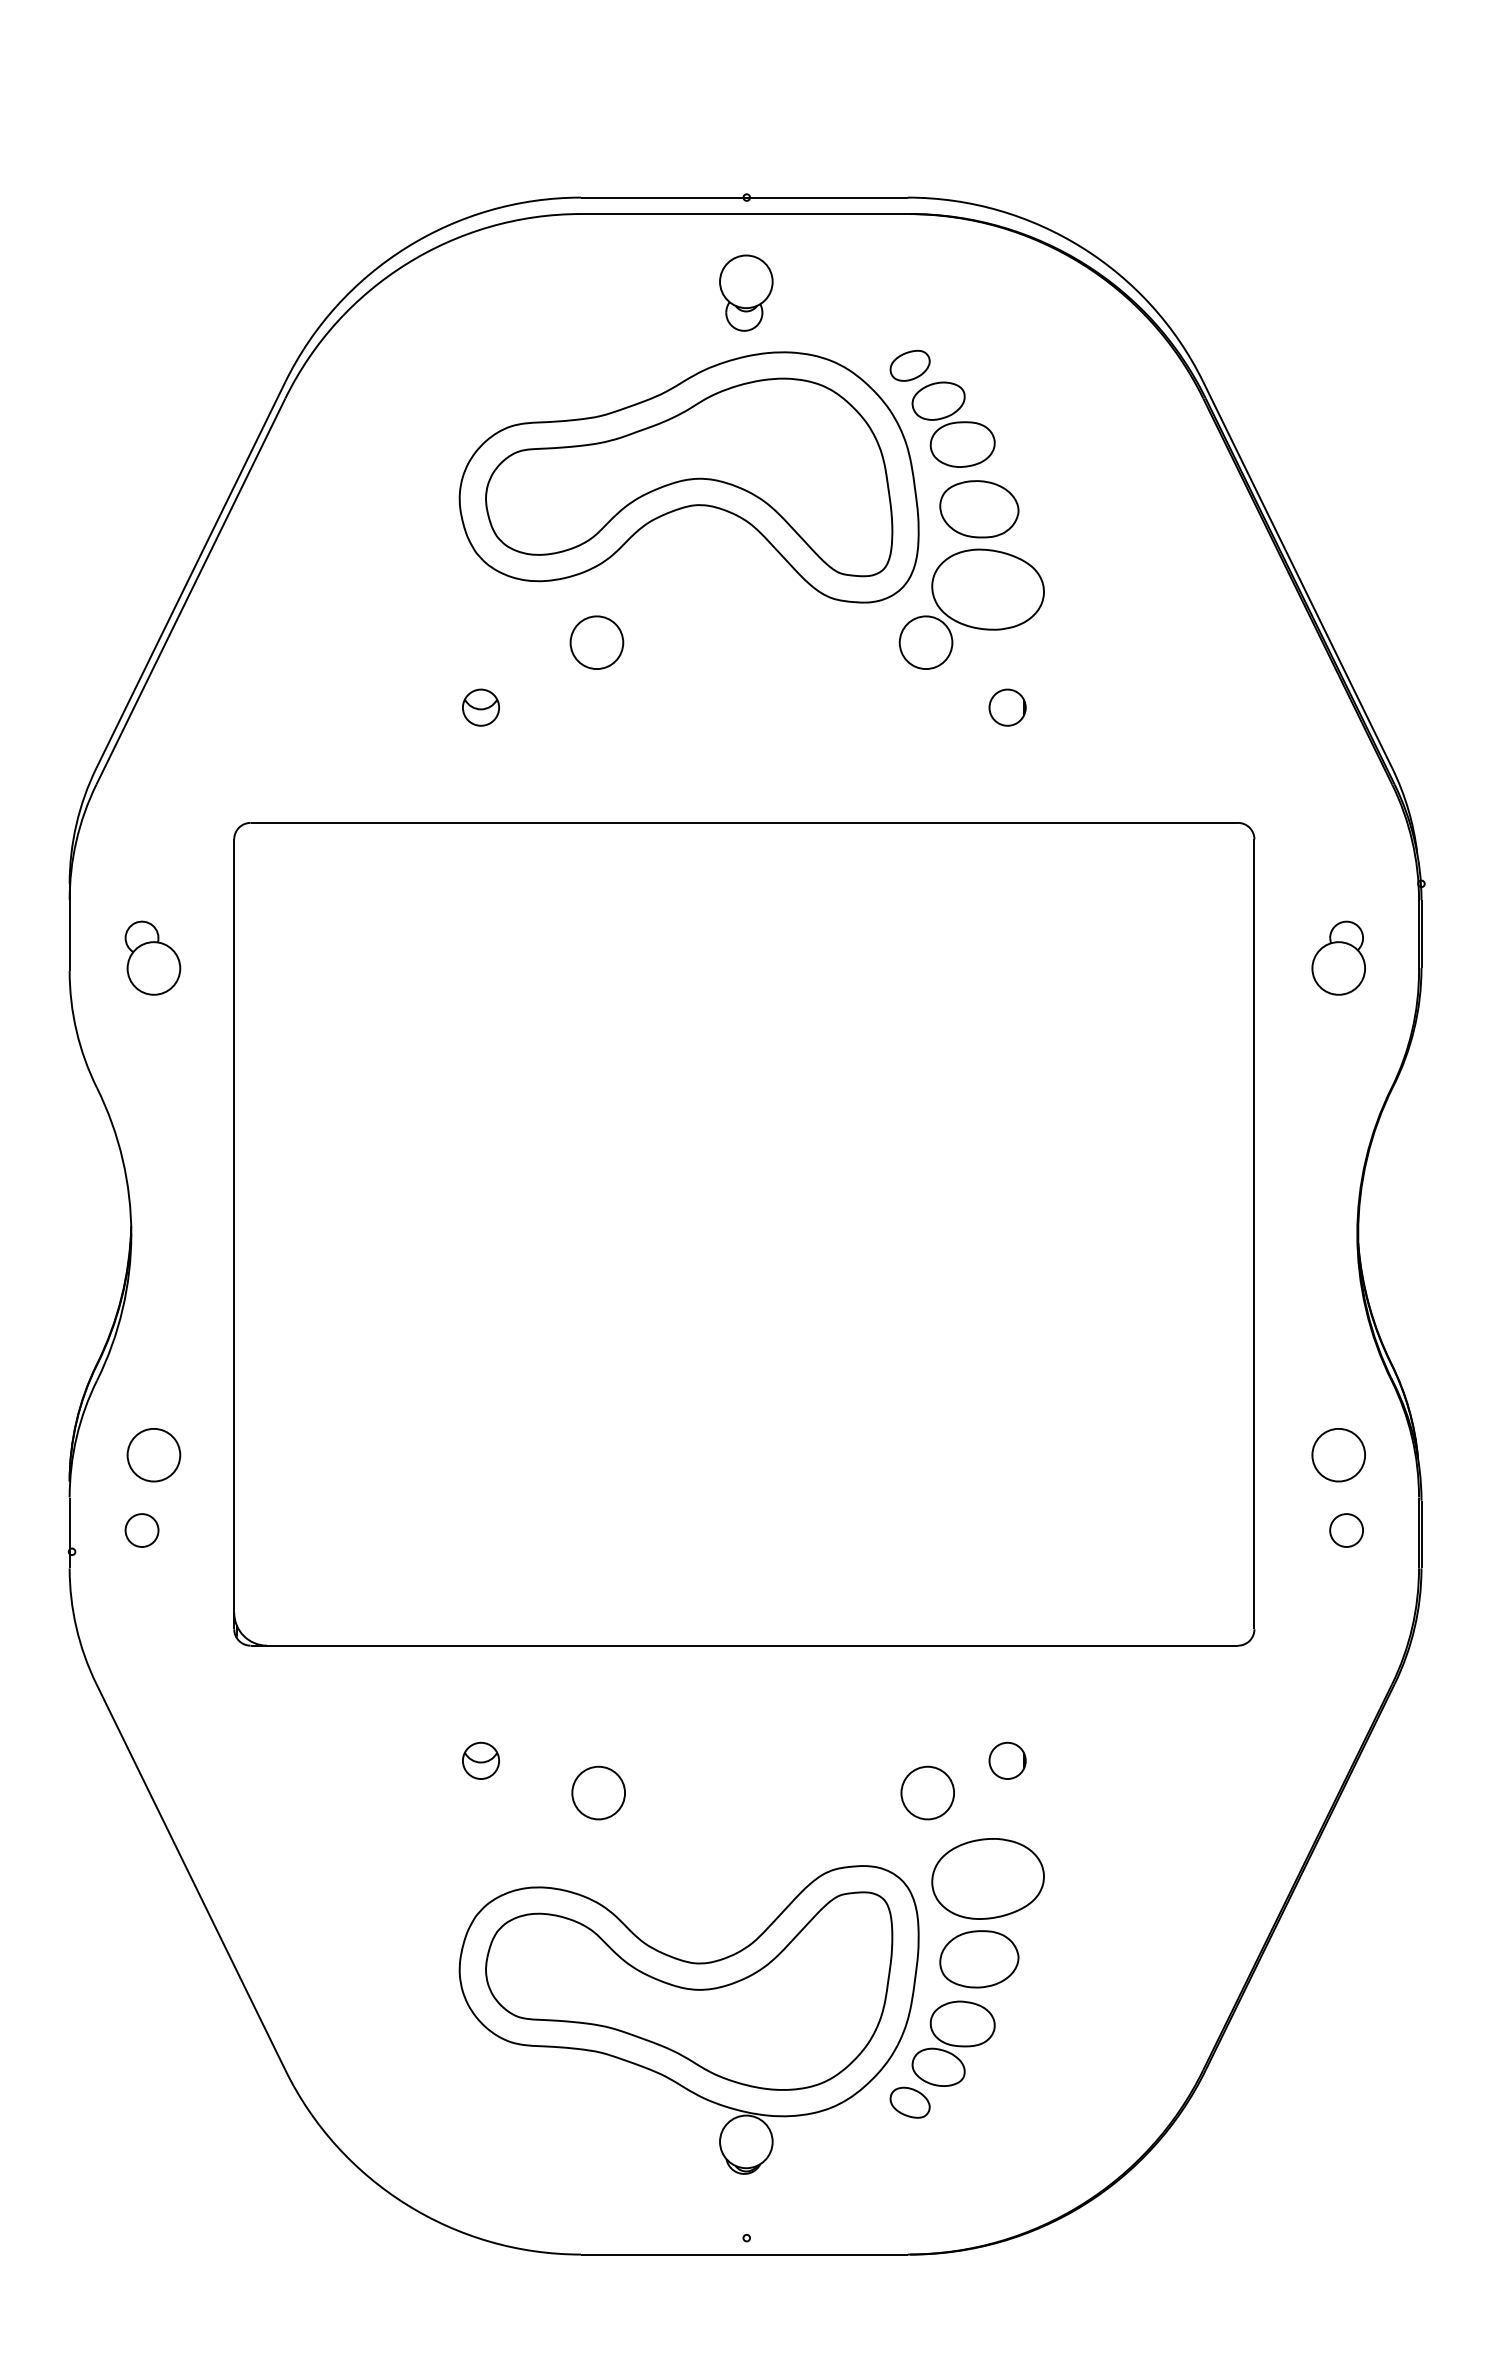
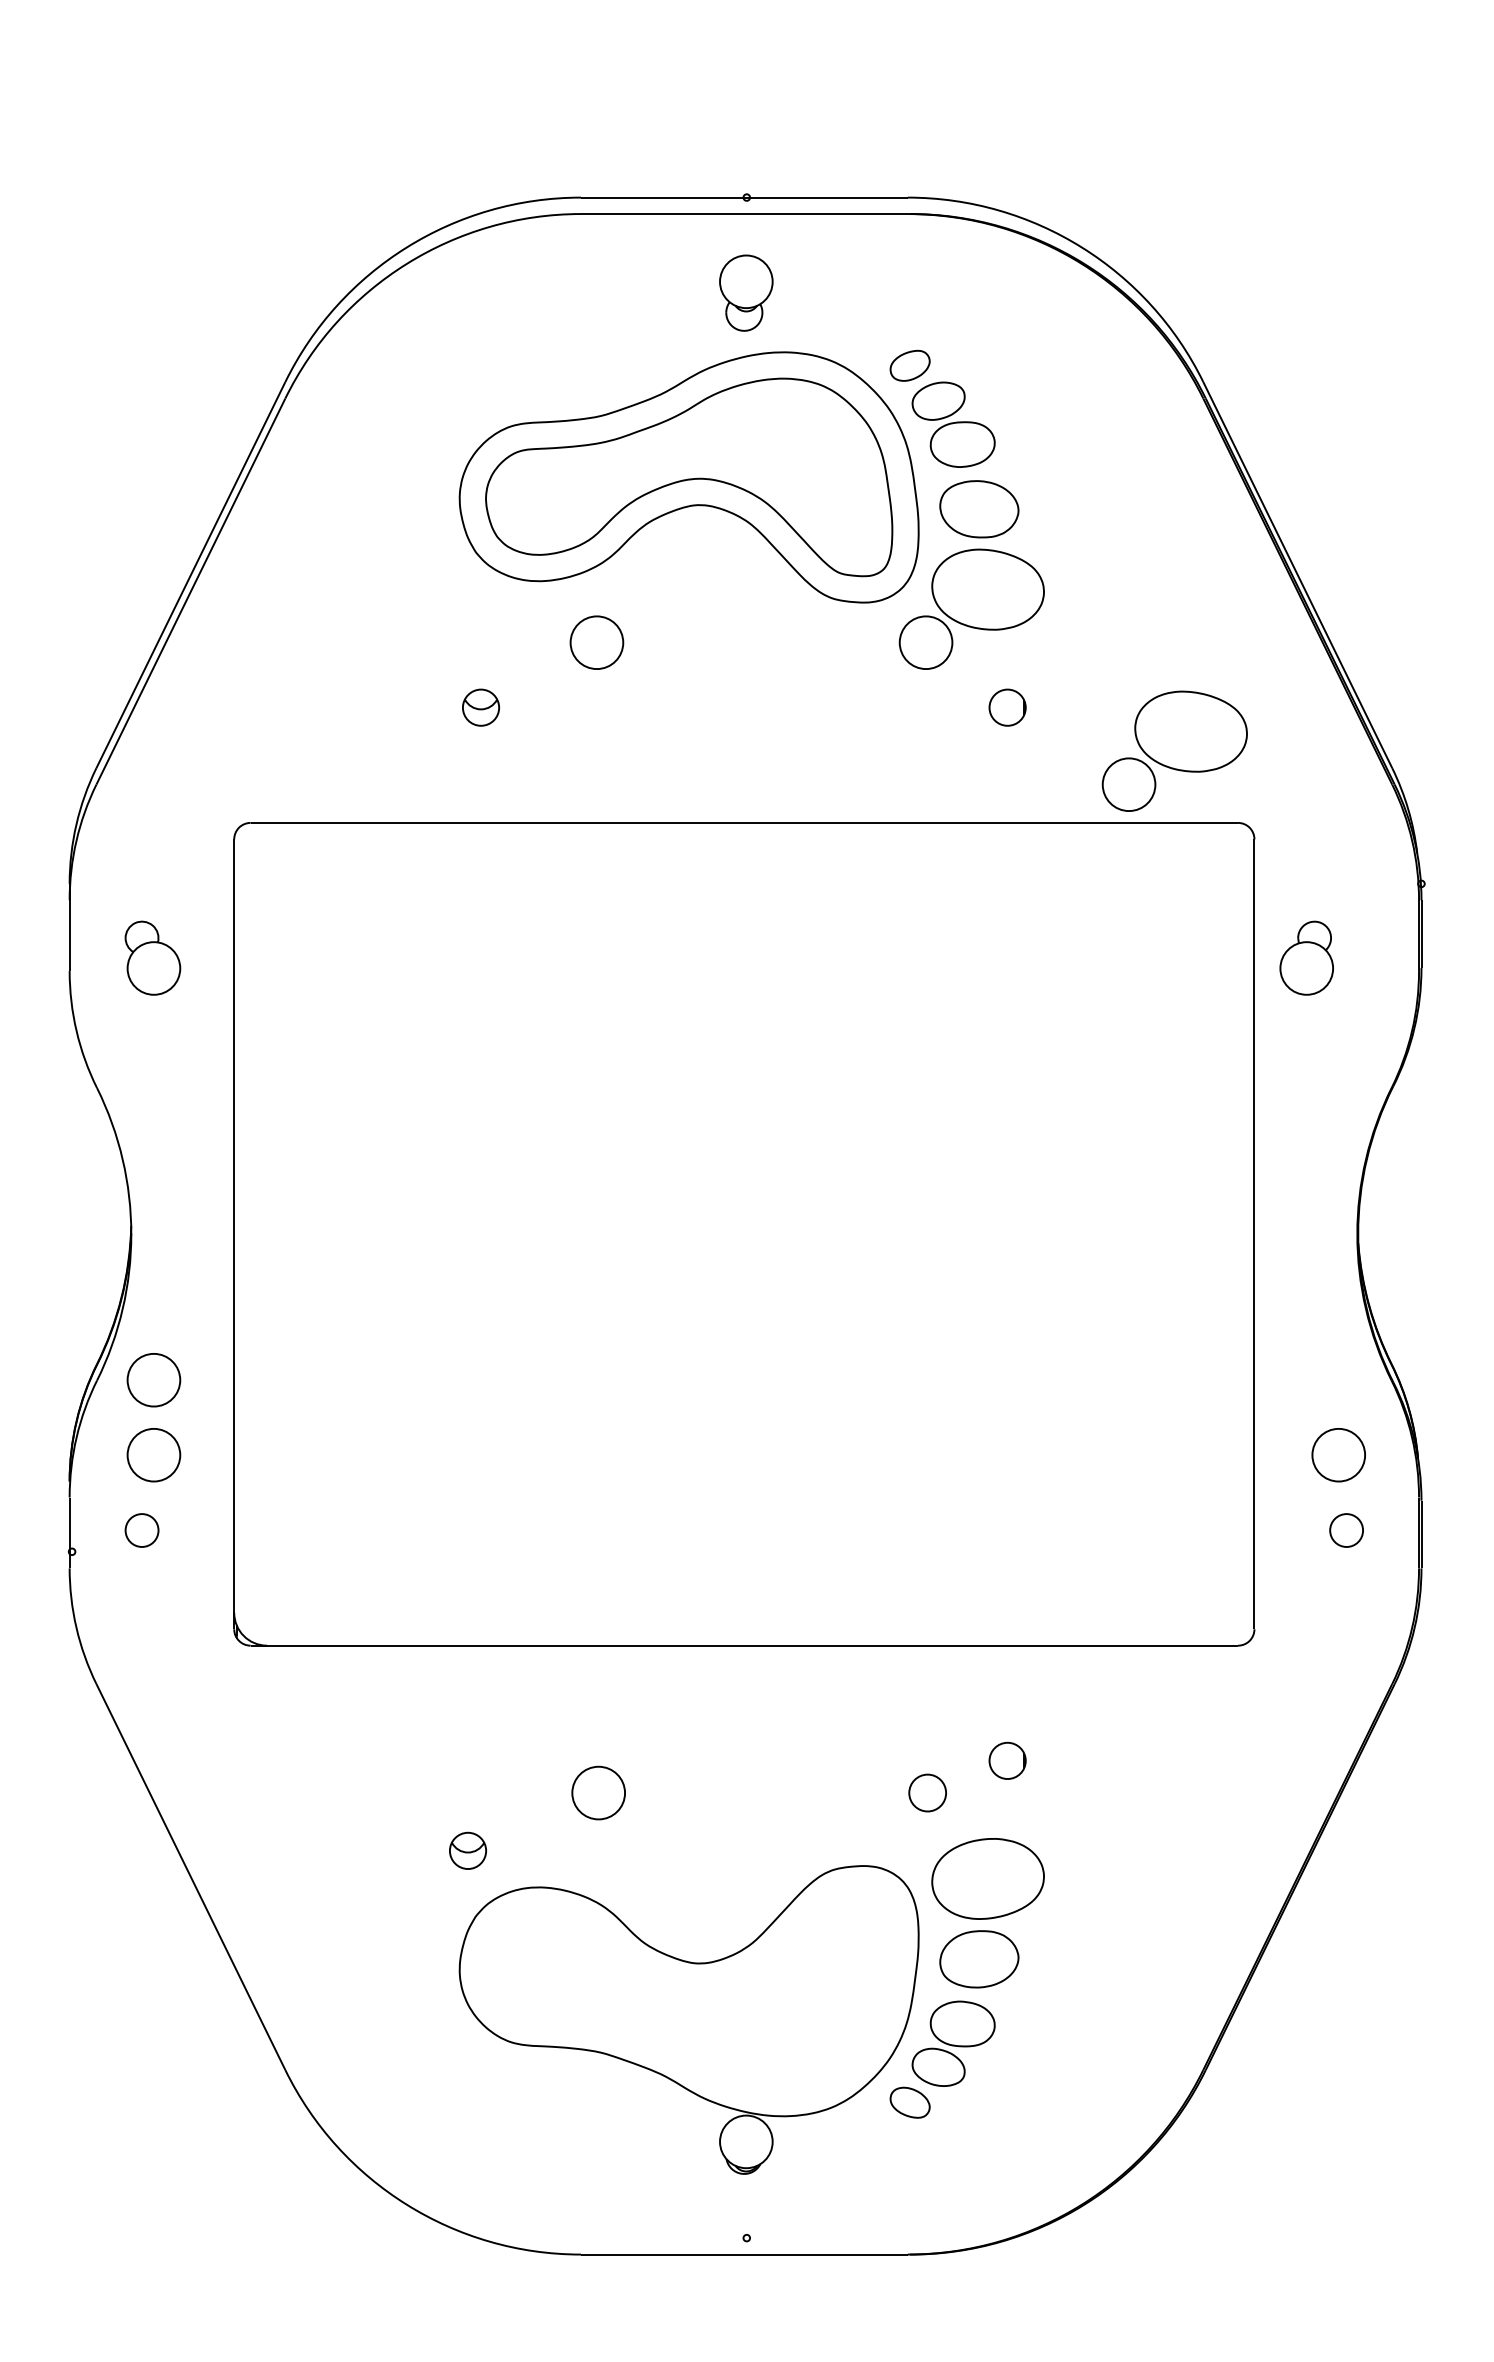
part at (1174, 750): none -> present
part at (1338, 957) position: (1338, 957) -> (1306, 957)
part at (153, 1380): none -> present
part at (480, 1760) position: (480, 1760) -> (467, 1850)
part at (927, 1792) size: 55x56 px -> 39x40 px
part at (689, 1990): present -> none
